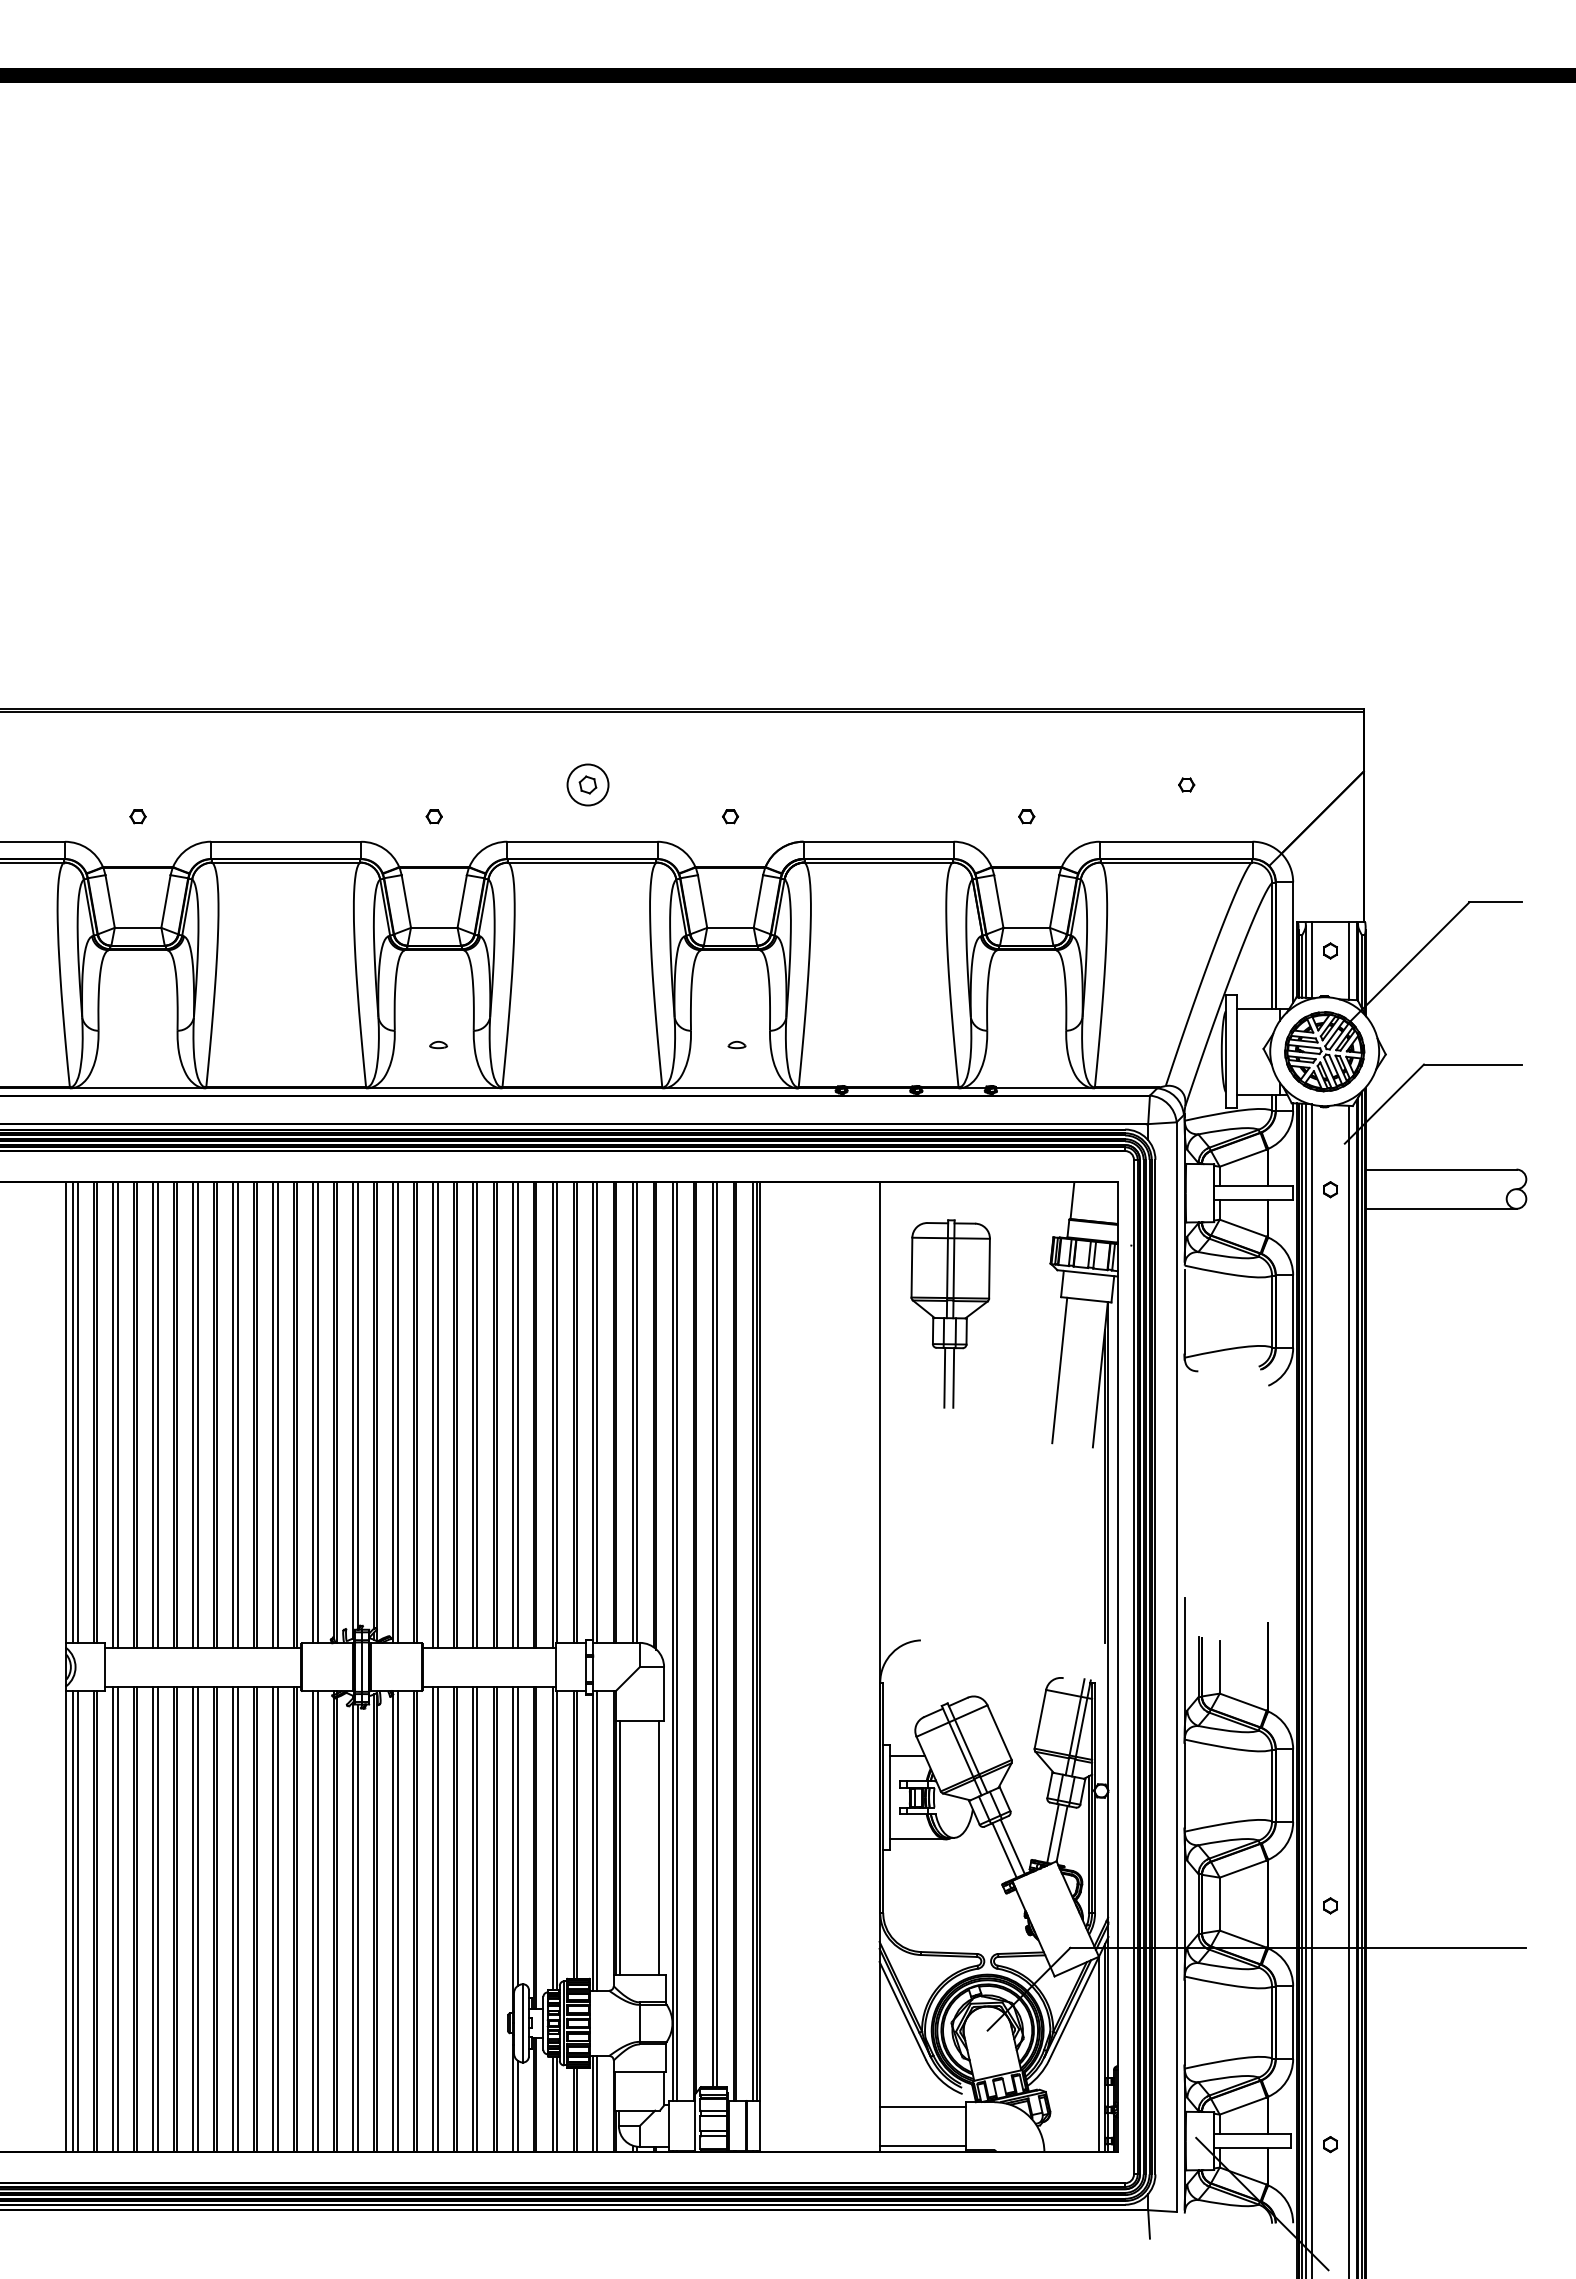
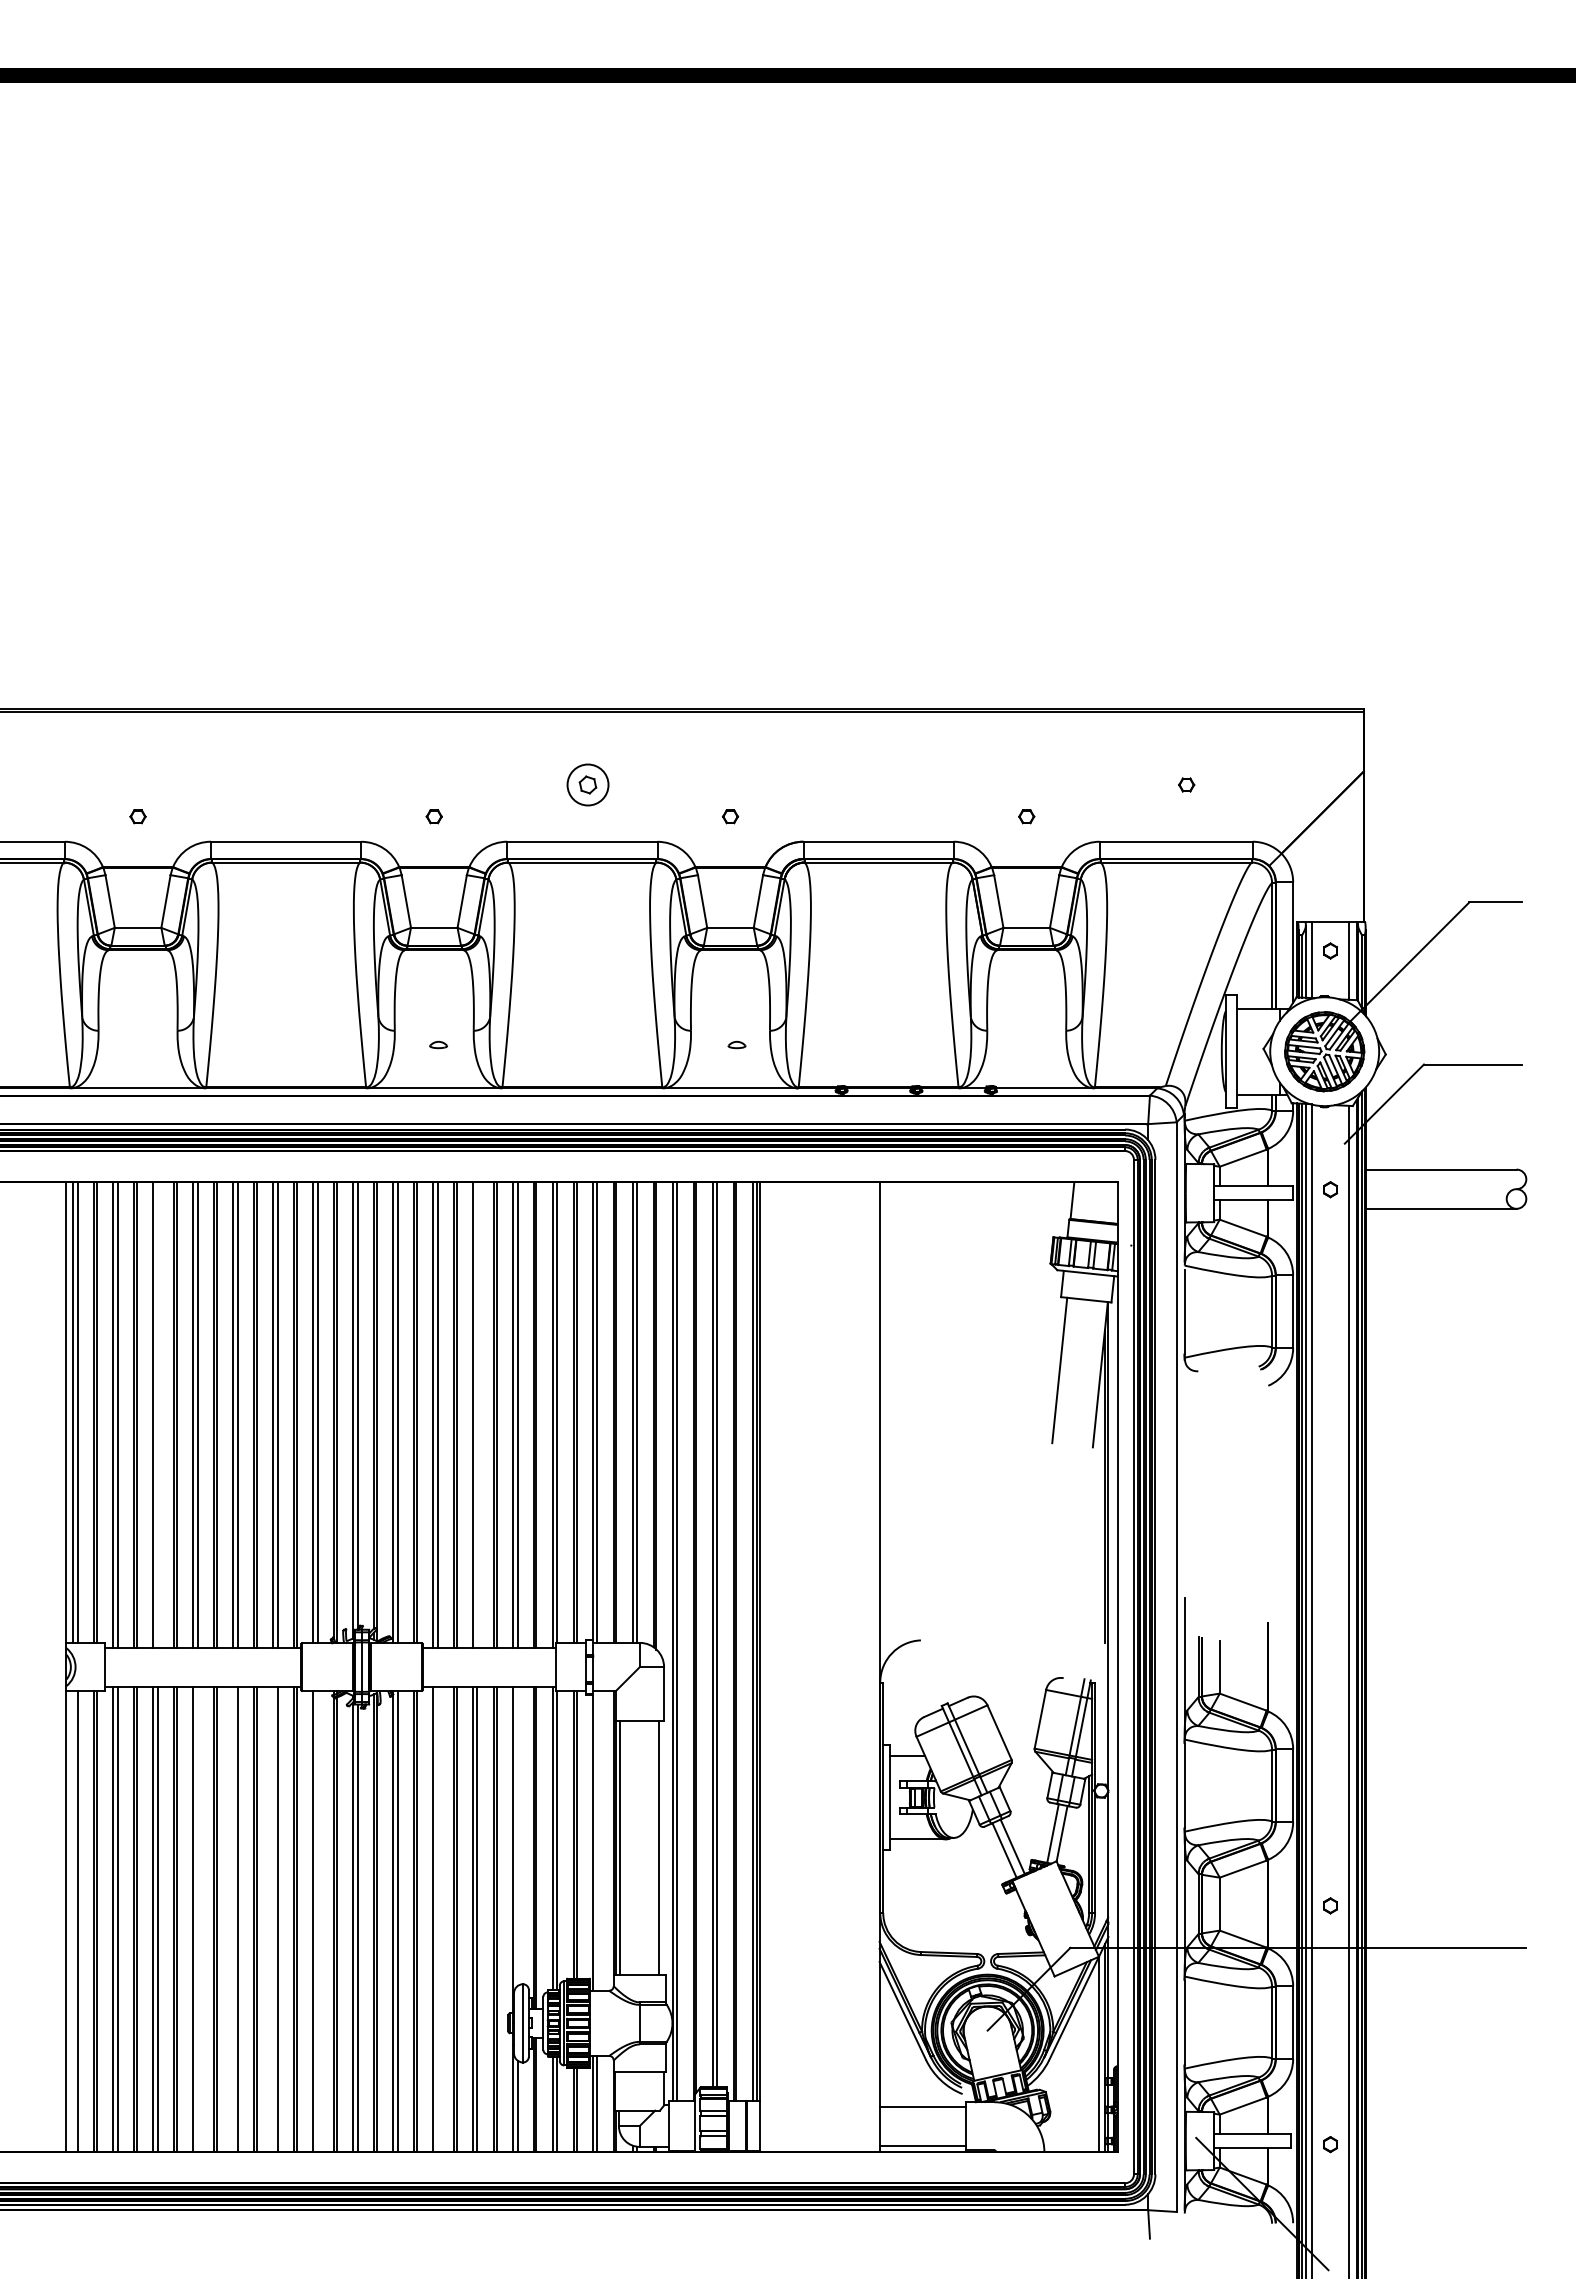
part at (950, 1313): present -> none
line at (157, 1414): present -> none
line at (477, 1414): present -> none
line at (517, 1836): present -> none
line at (597, 1840): present -> none
line at (197, 1919): present -> none
line at (233, 1919): present -> none
line at (273, 1919): present -> none
line at (437, 1919): present -> none
line at (73, 1921): present -> none
line at (317, 1921): present -> none
